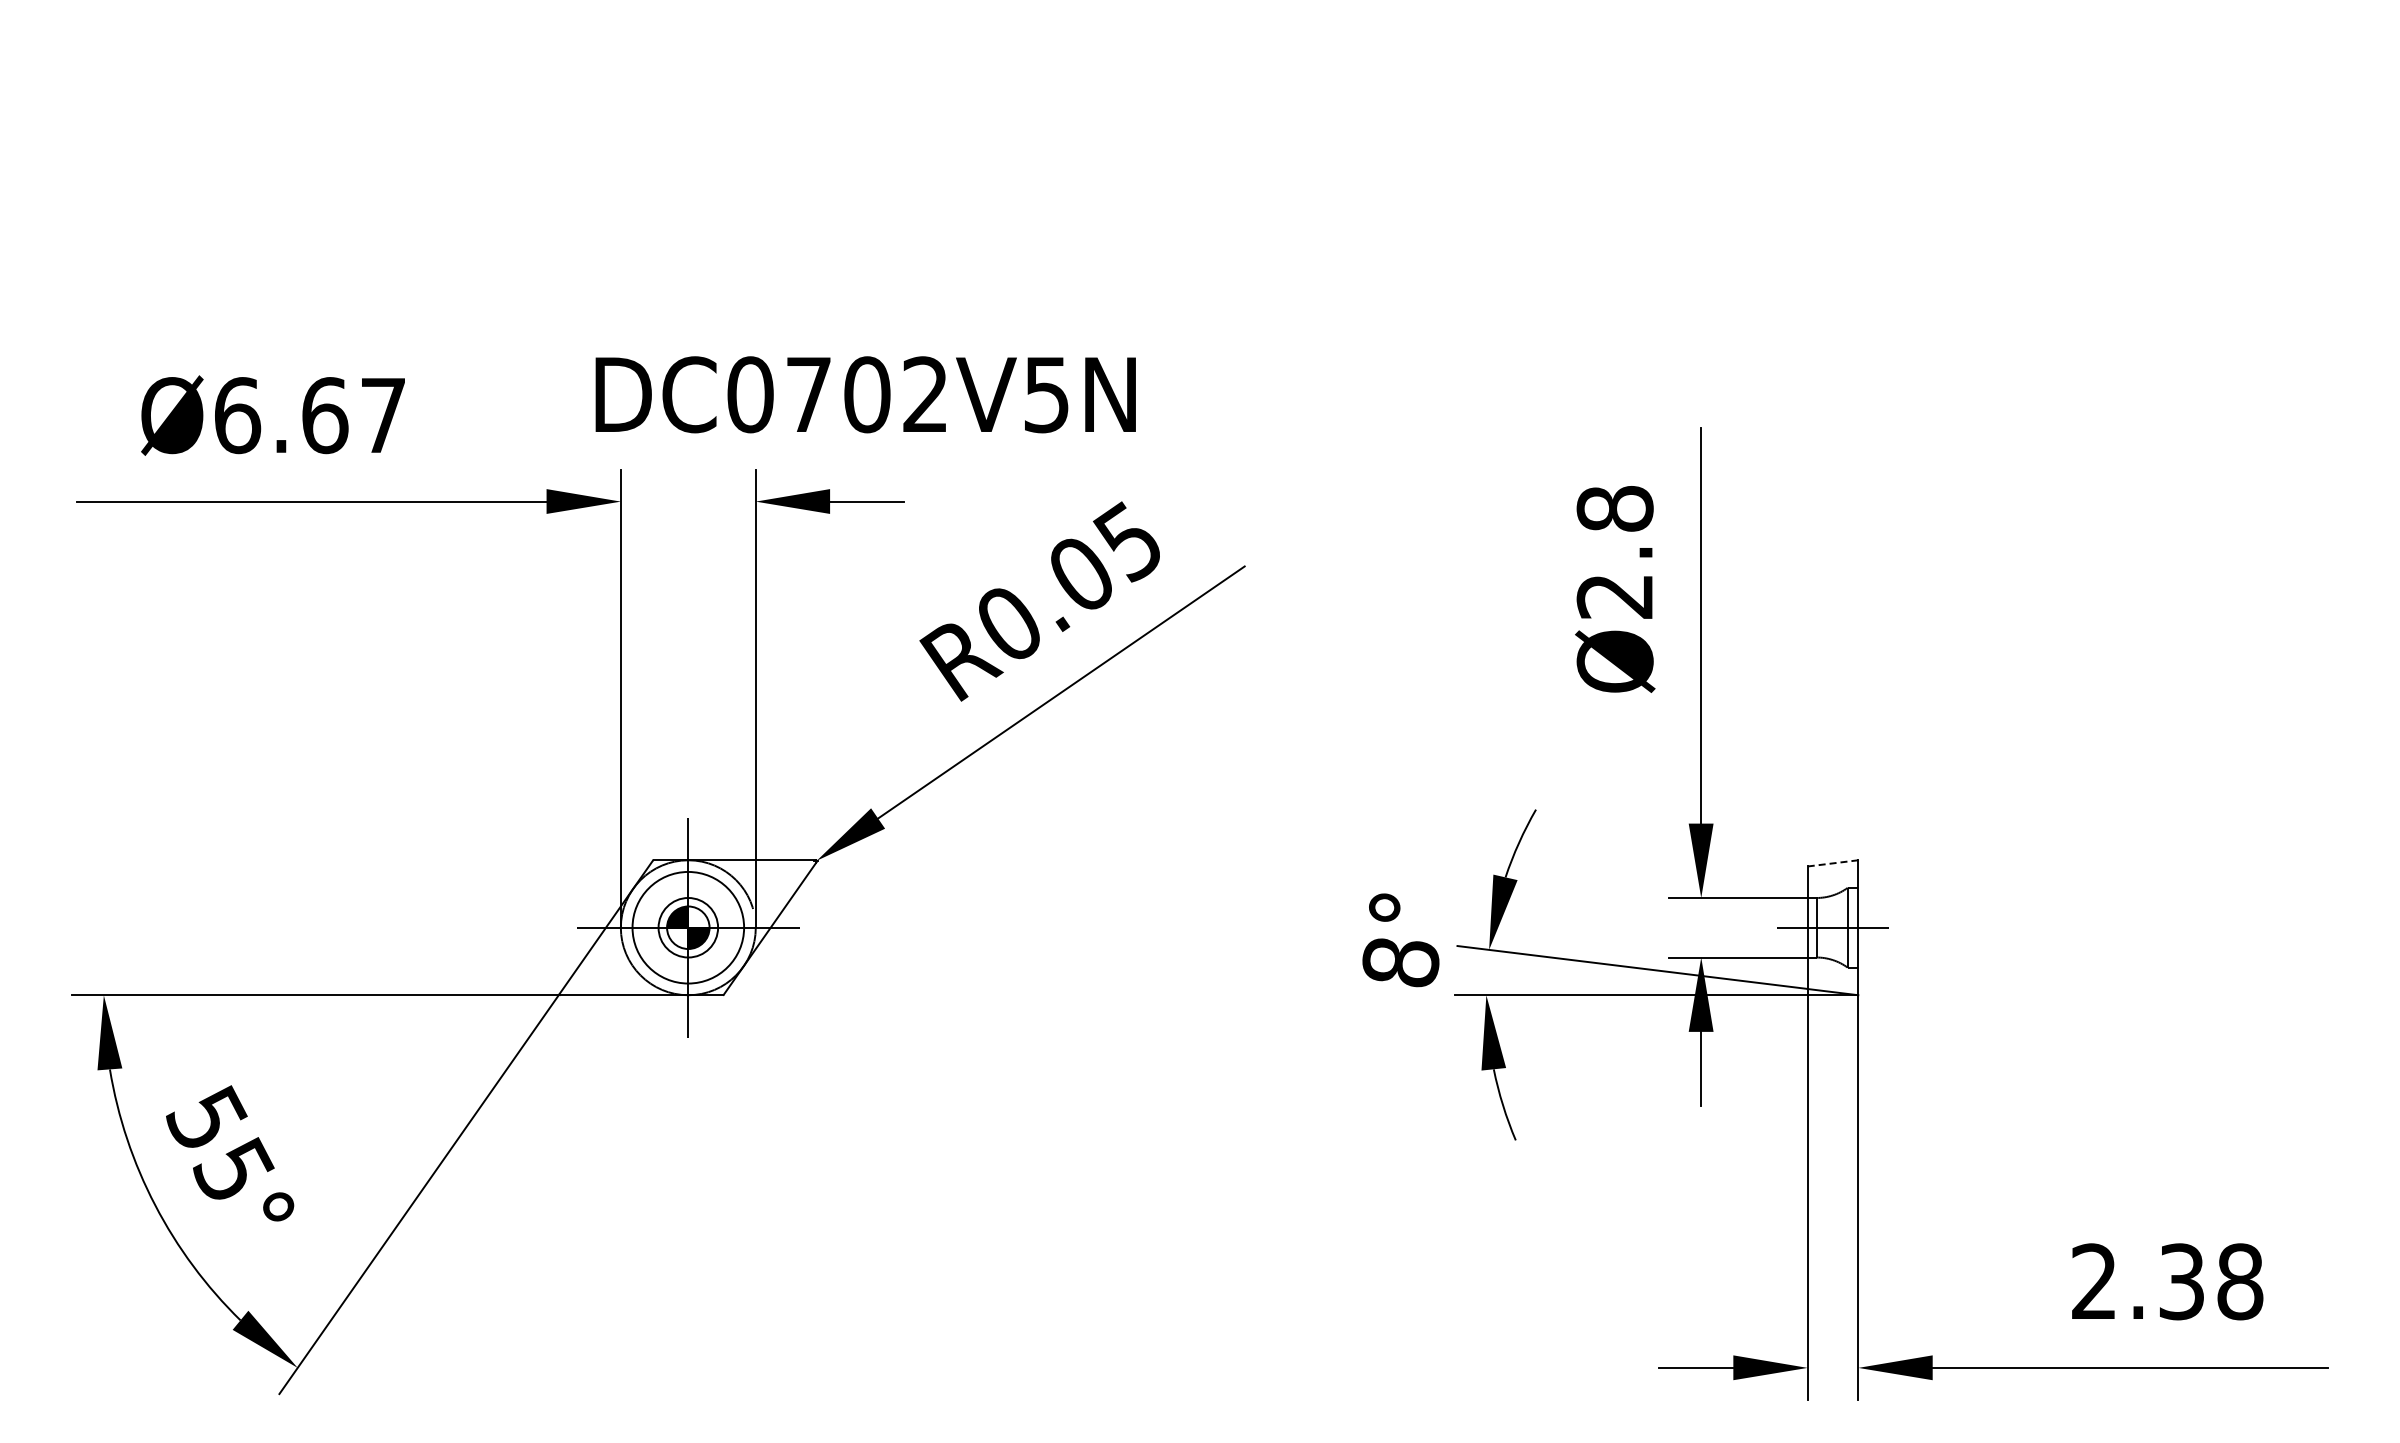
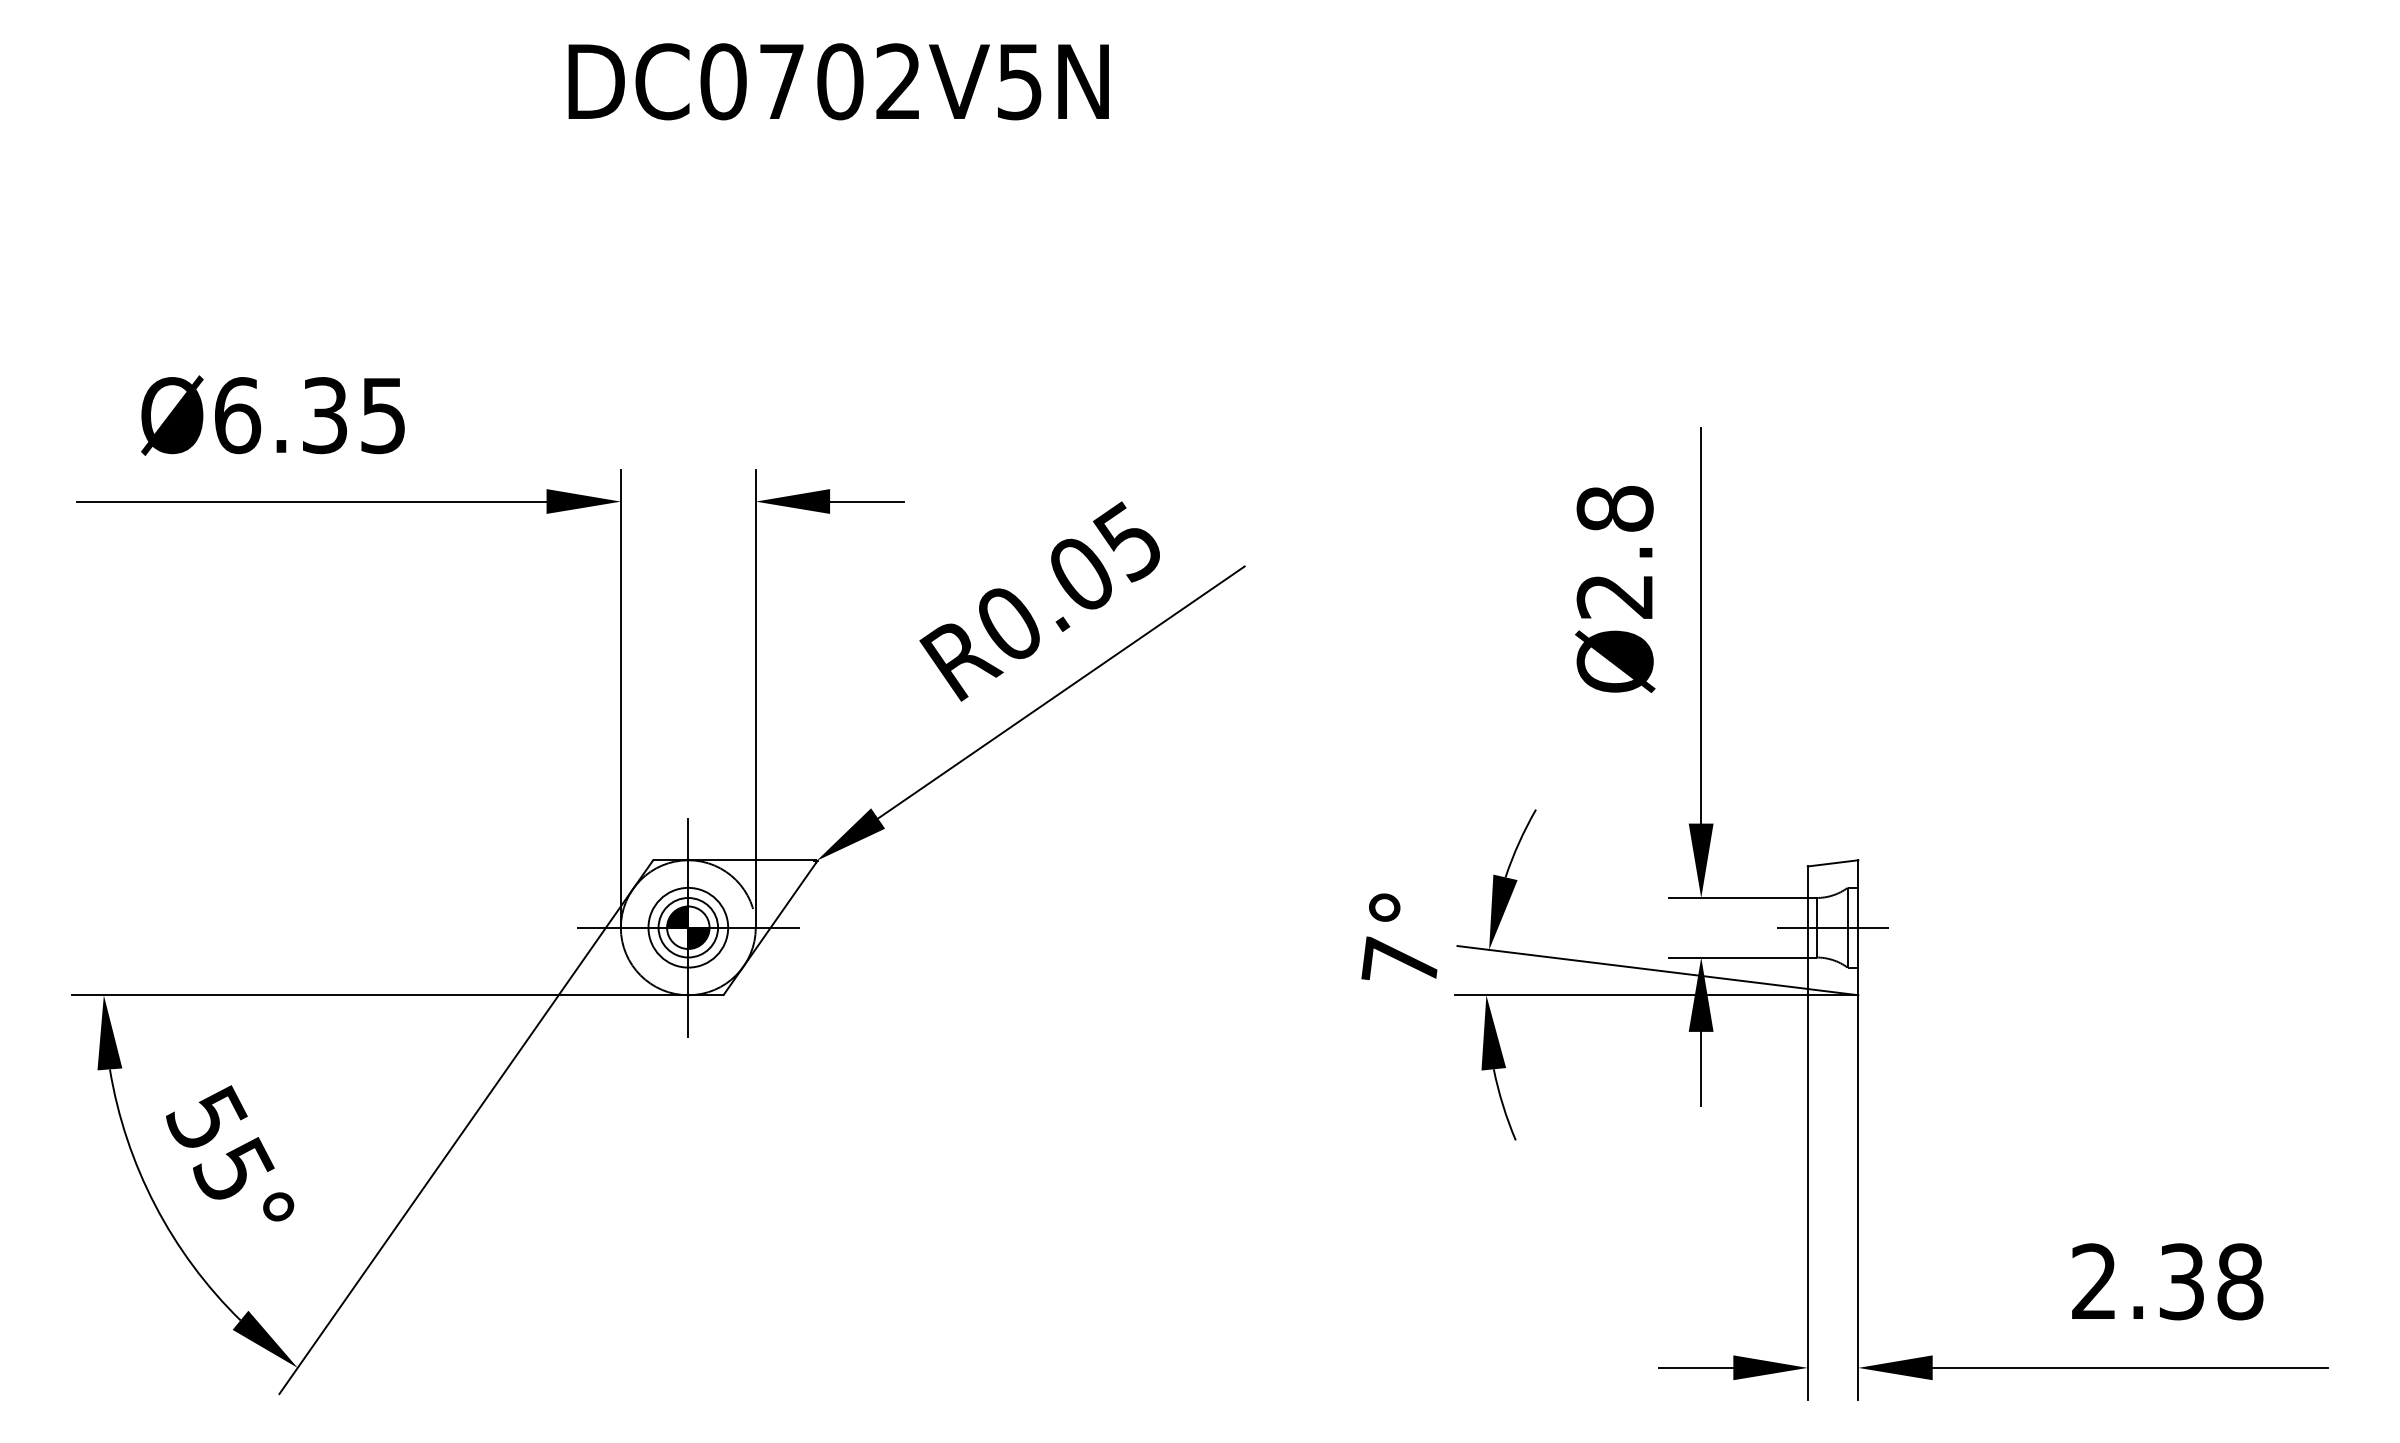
text at (865, 394) position: (865, 394) -> (838, 81)
text at (353, 415): Ø6.67 -> Ø6.35
line at (1833, 863): dashed -> solid
circle at (688, 927) diameter: 112 px -> 80 px
text at (1400, 961): 8° -> 7°
